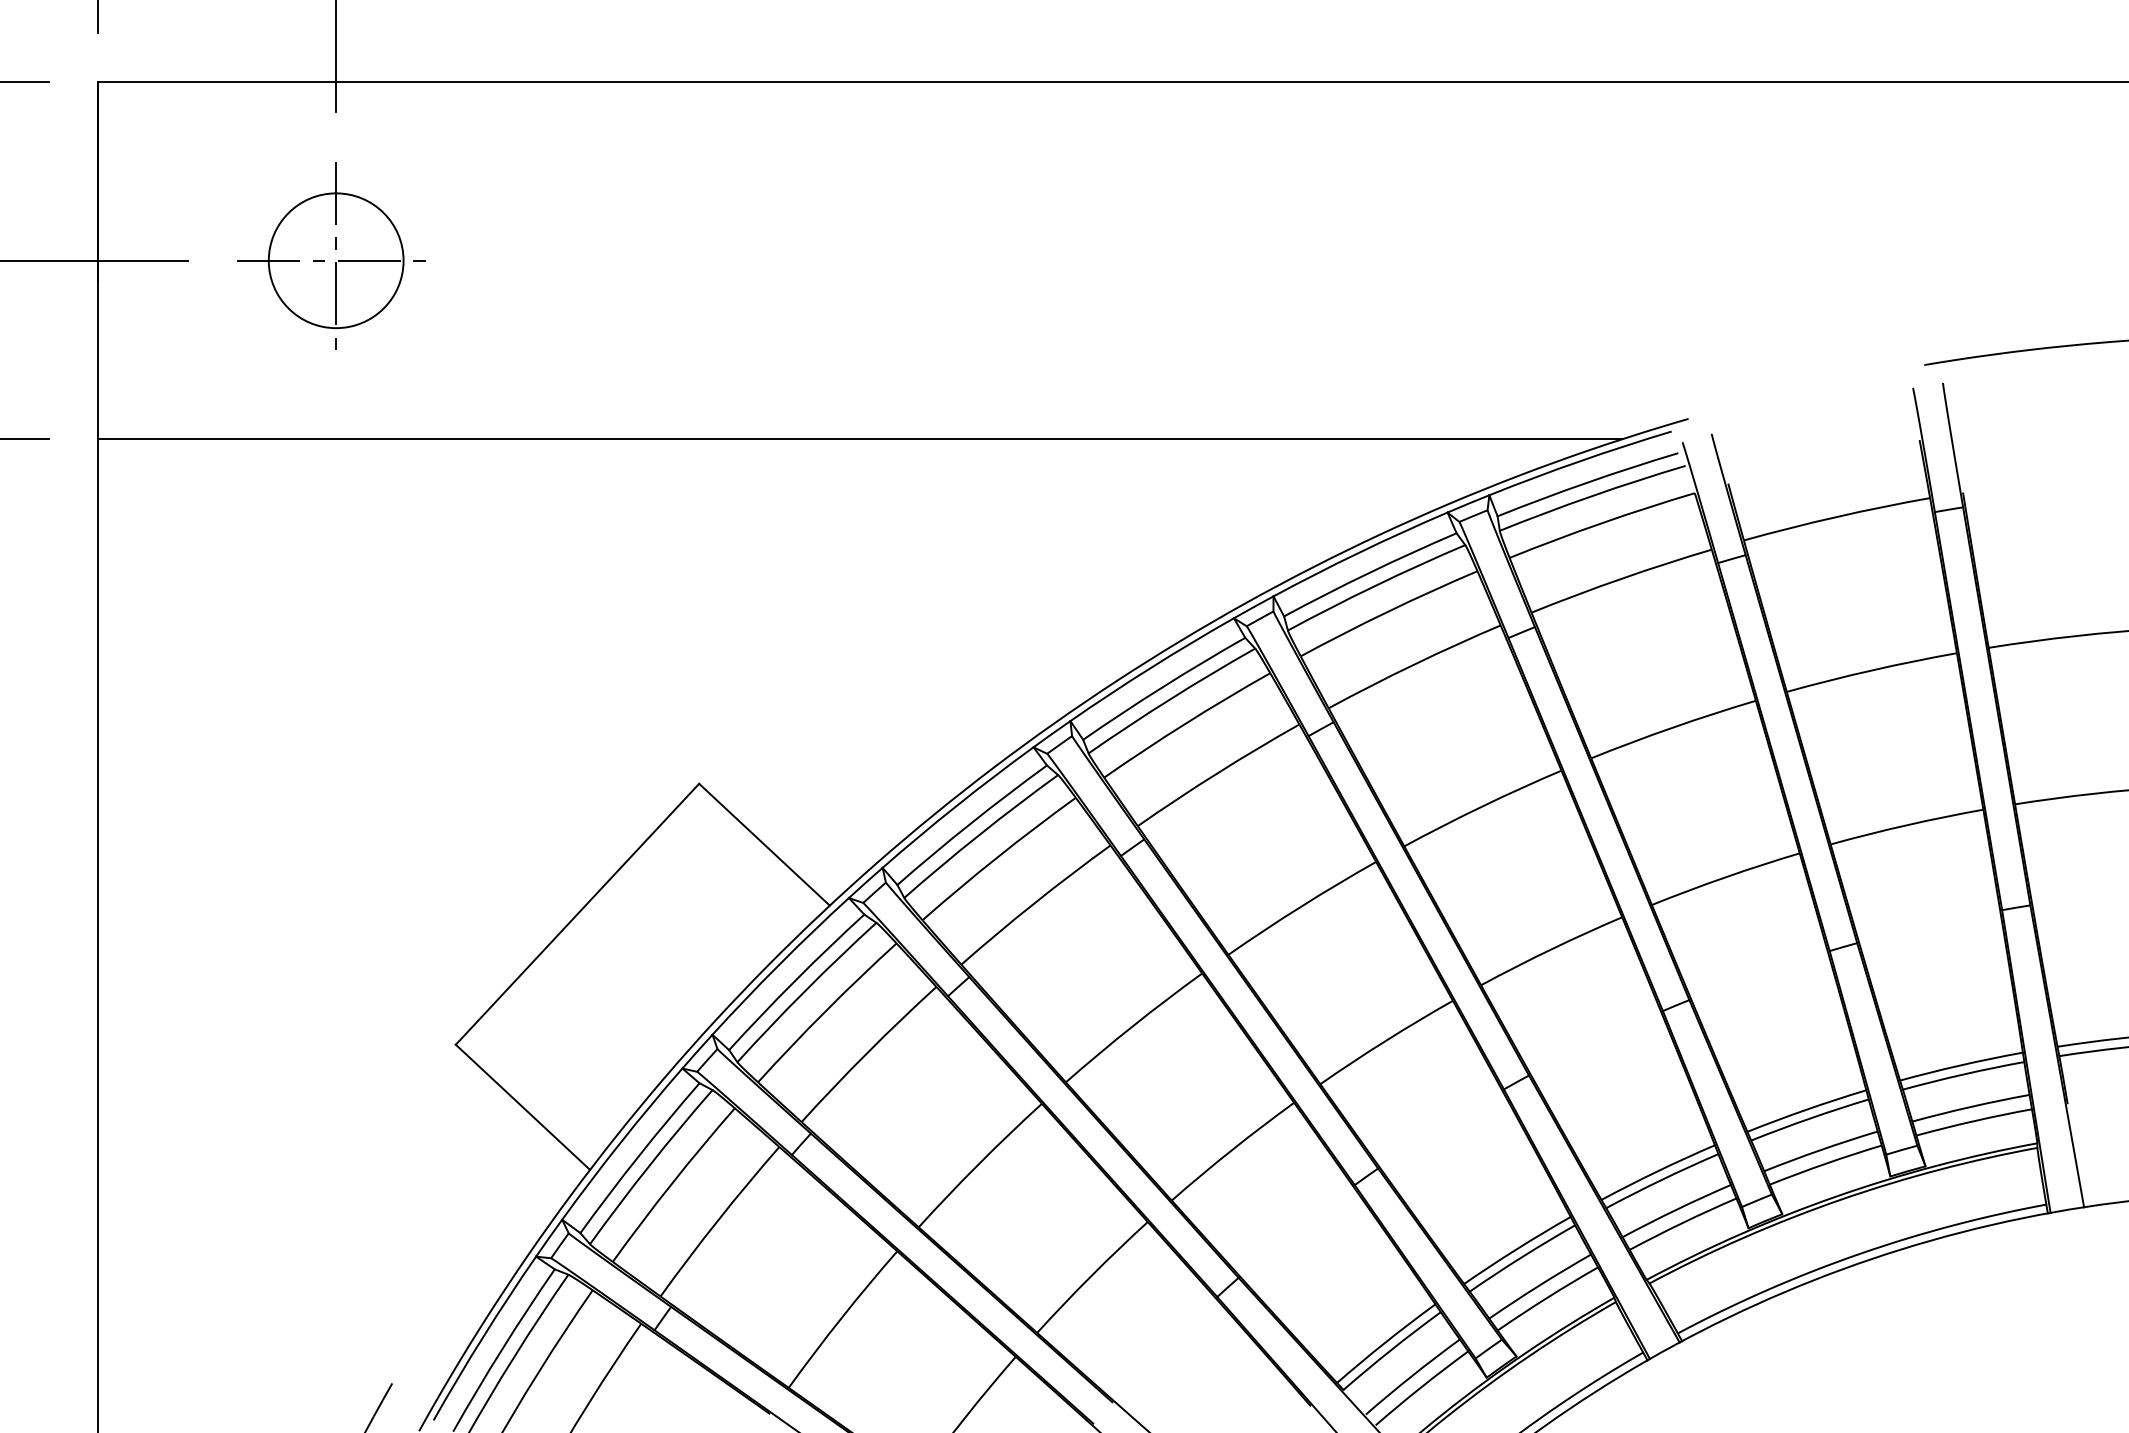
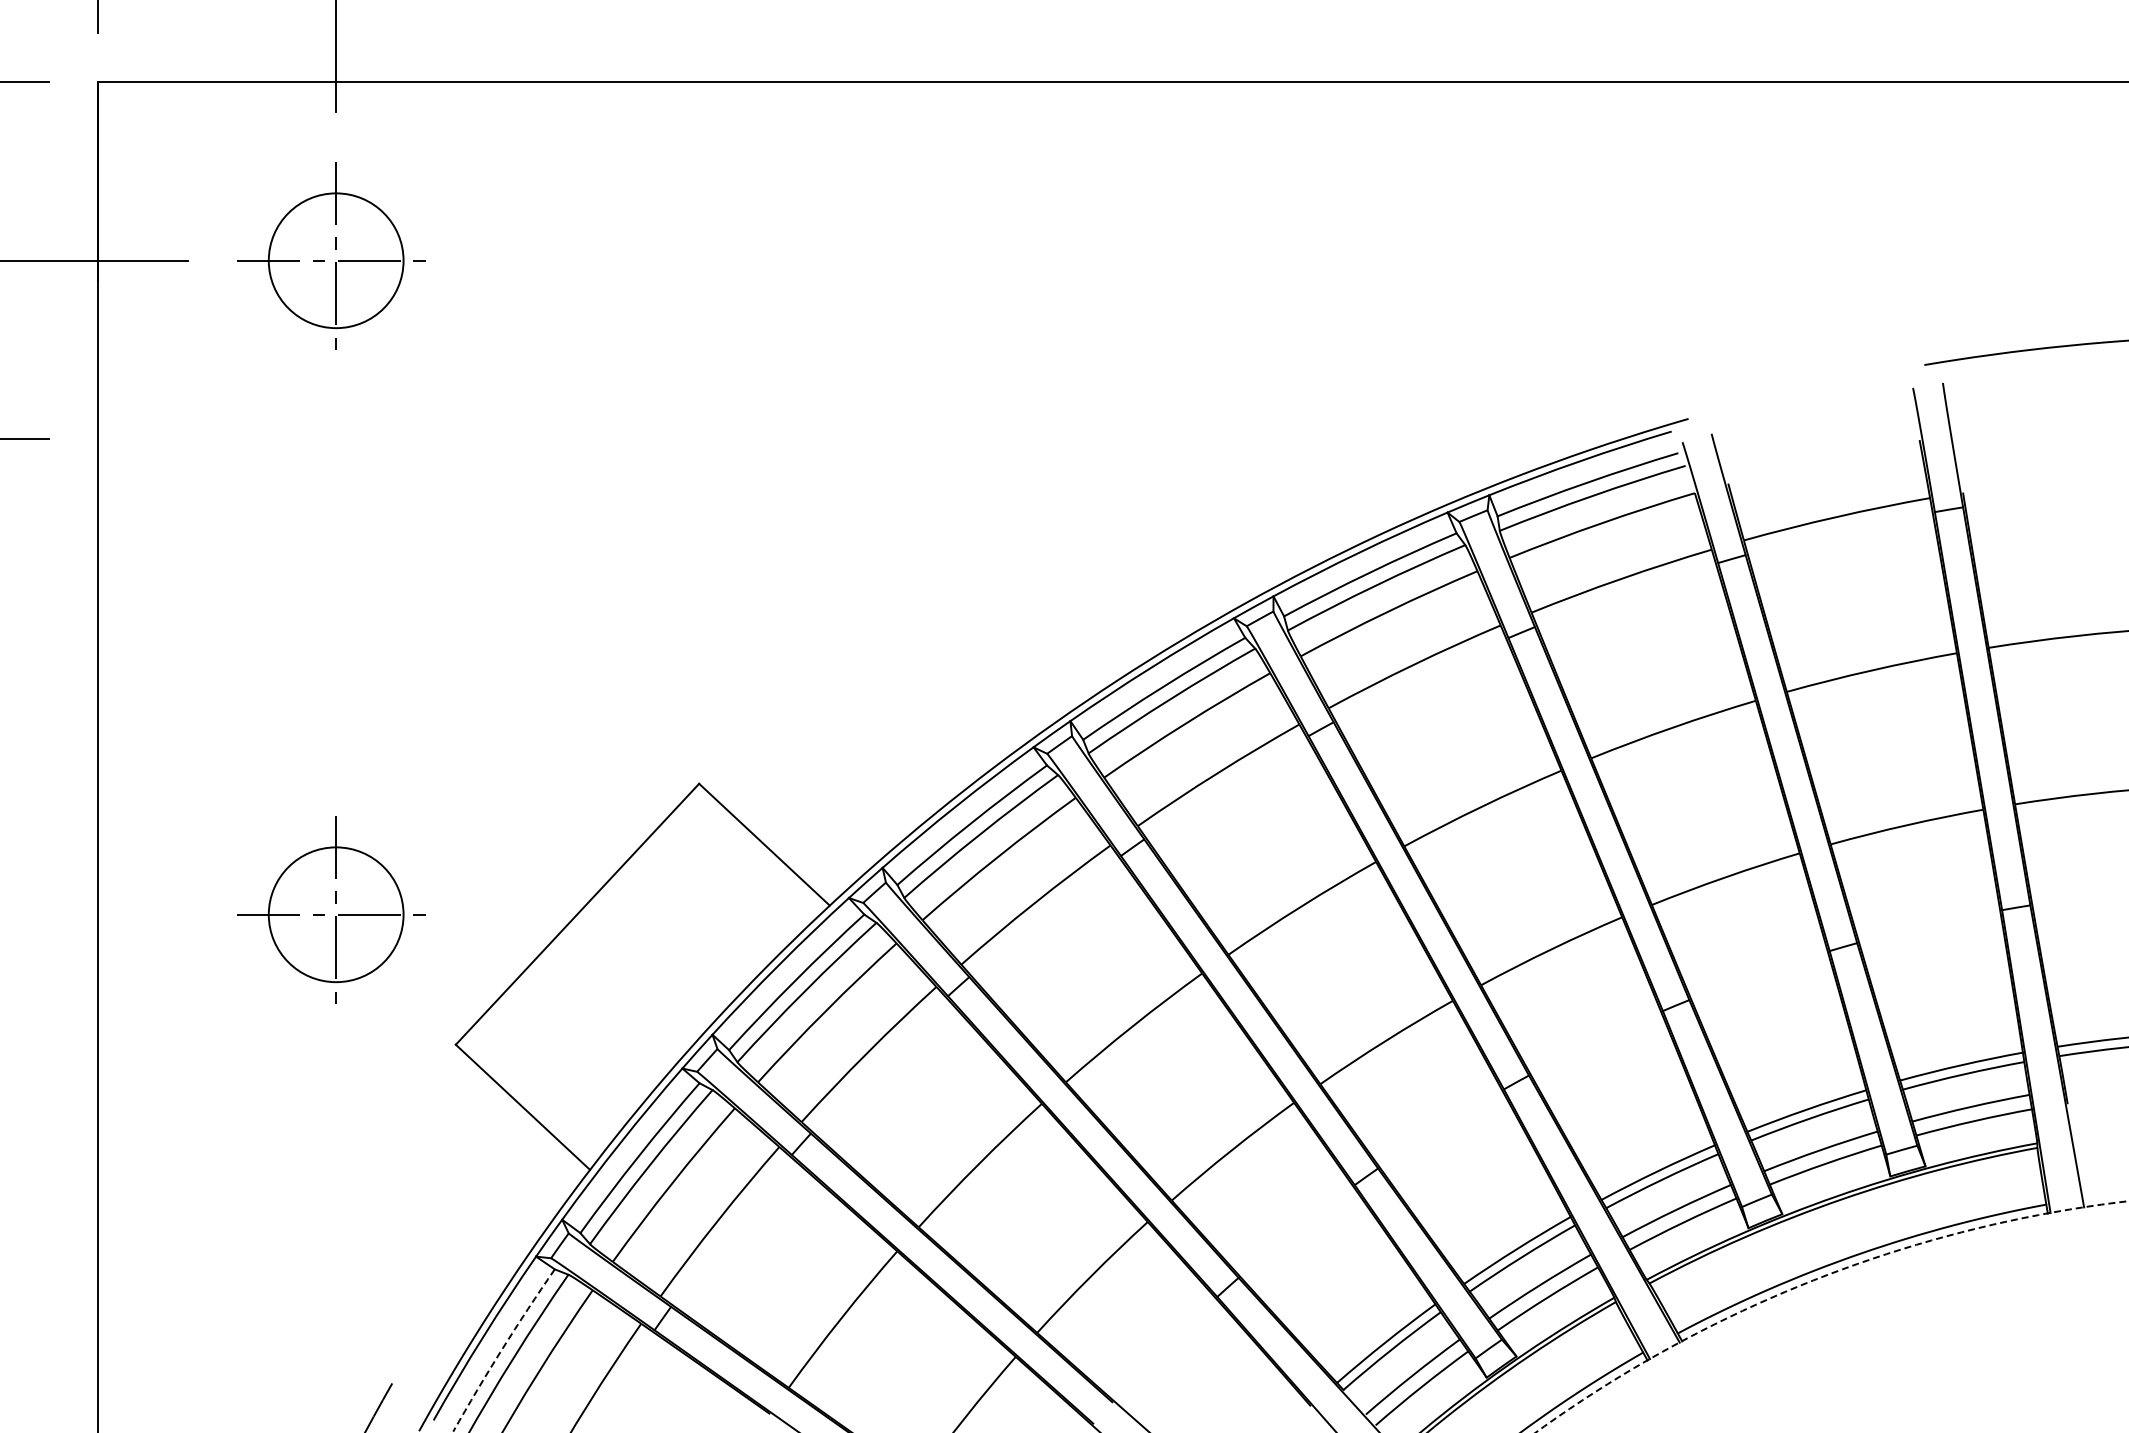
line at (860, 439): present -> none
part at (331, 909): none -> present
circle at (1831, 1316): solid -> dashed
arc at (502, 1349): solid -> dashed
